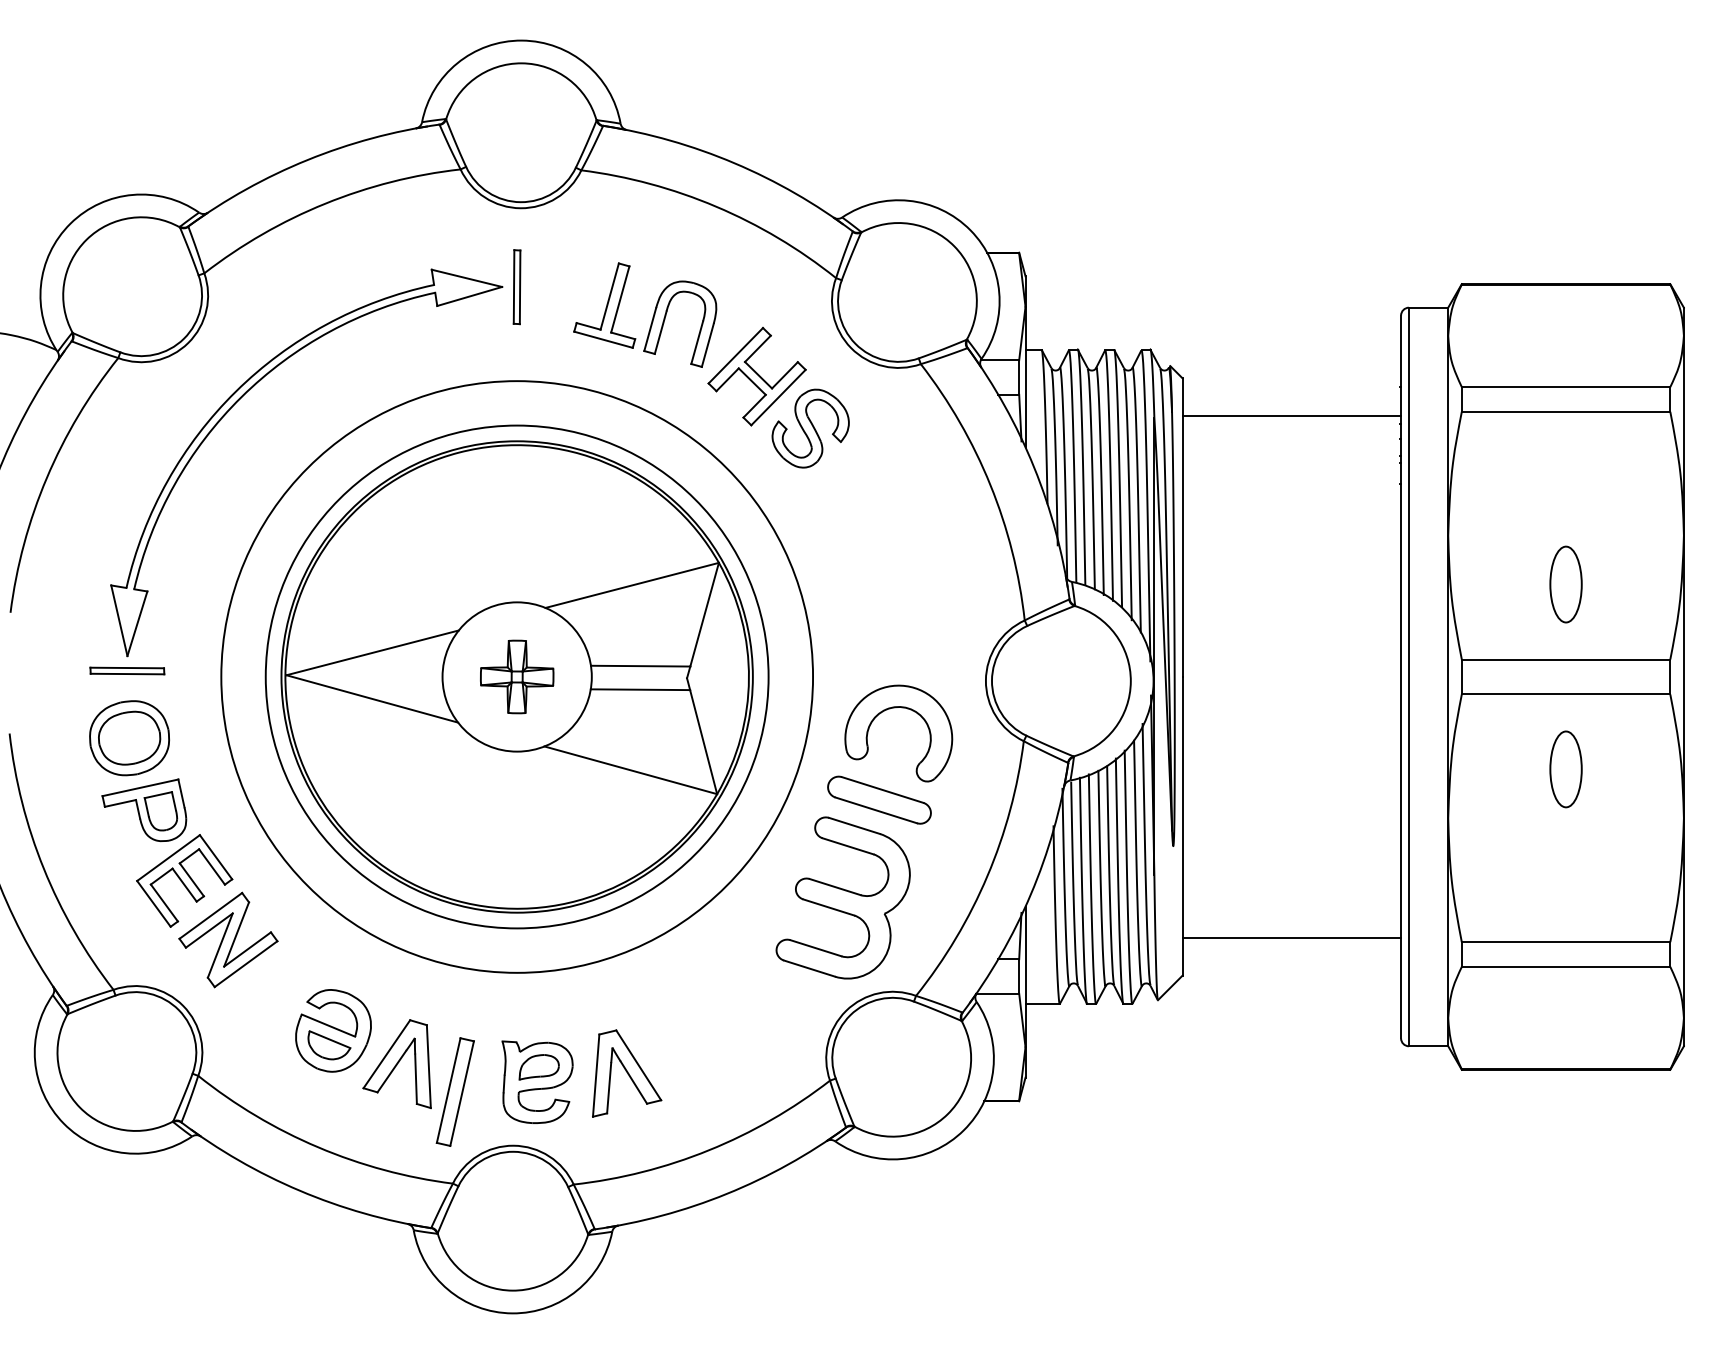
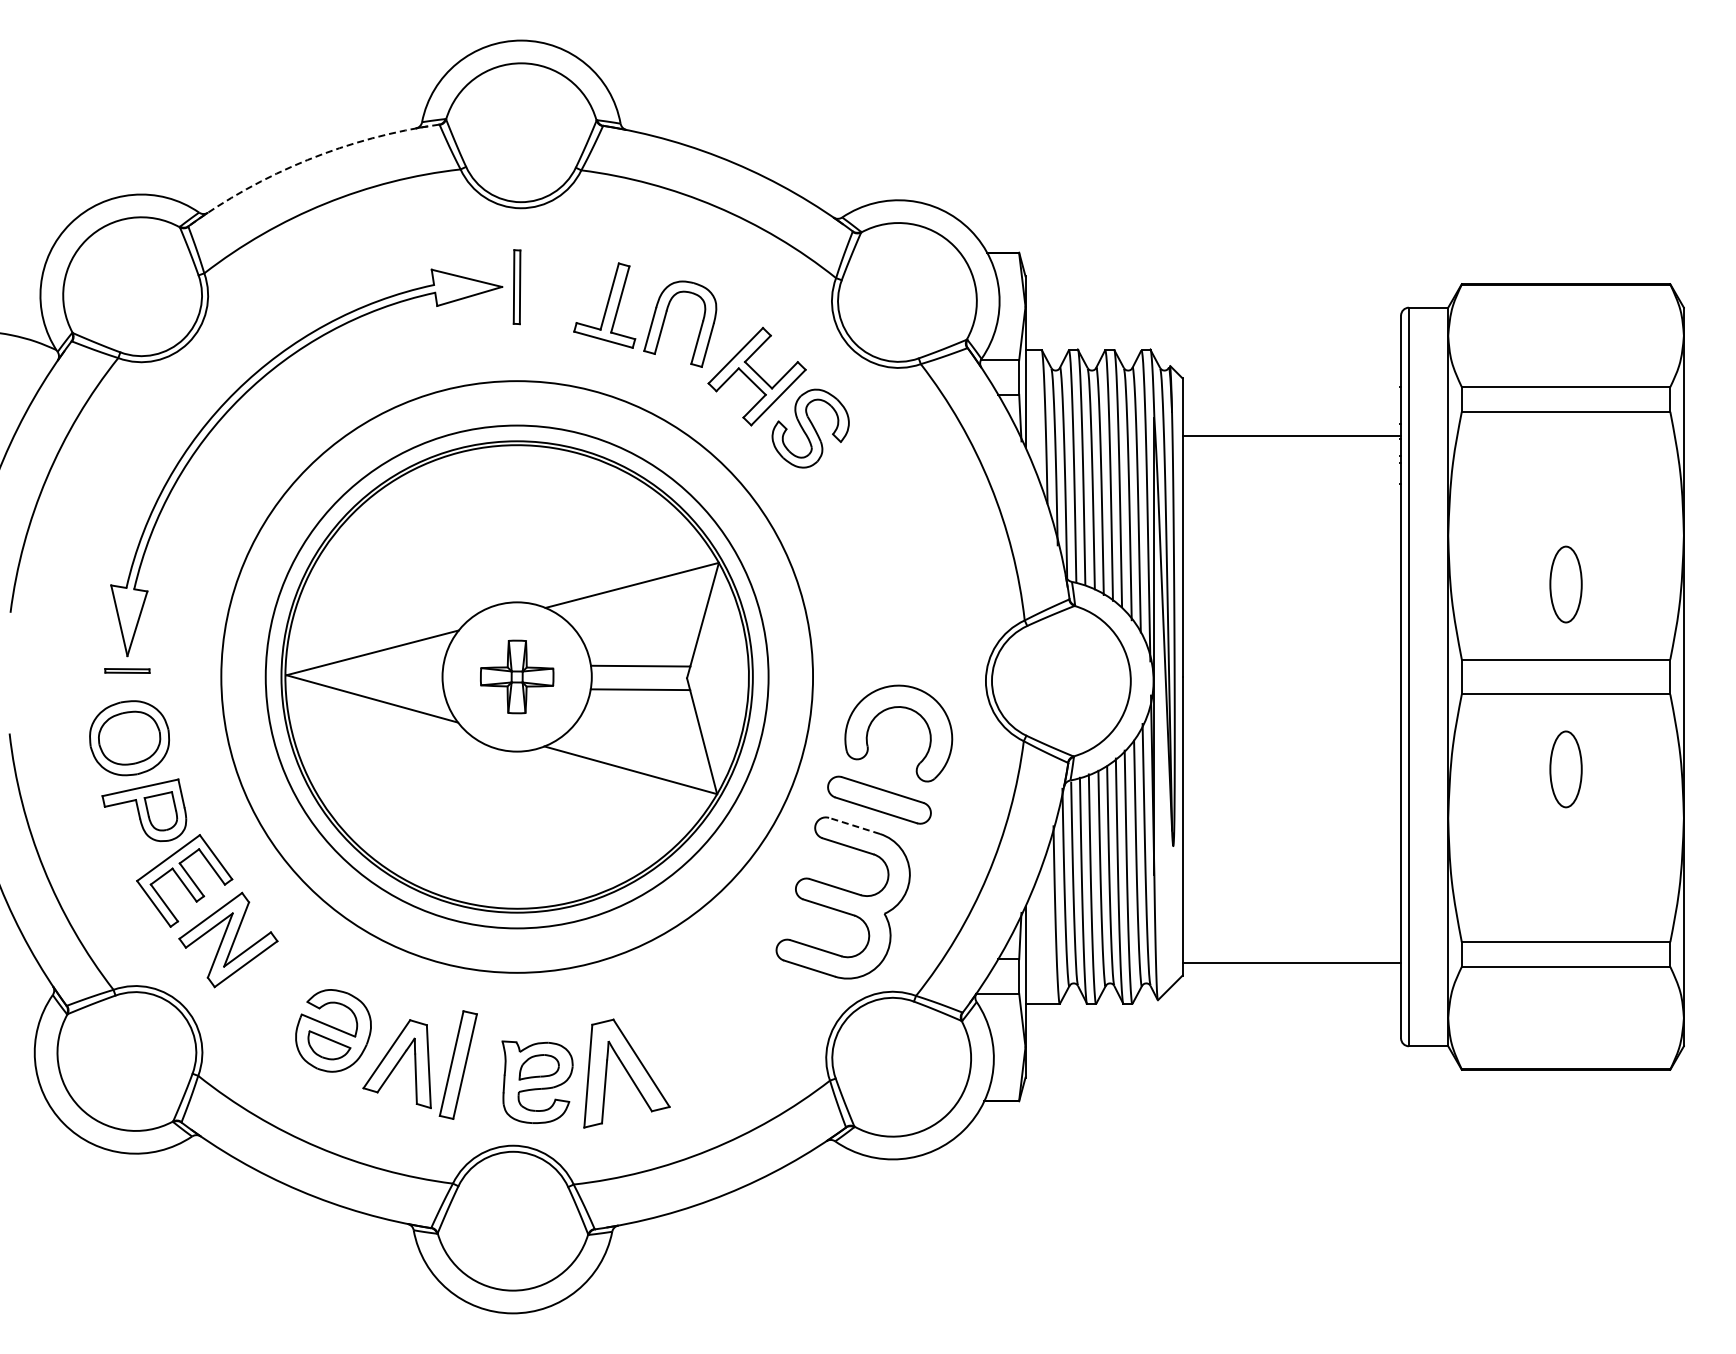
arc at (307, 160): solid -> dashed
line at (1291, 416) position: (1291, 416) -> (1291, 436)
part at (127, 670) size: 77x10 px -> 47x6 px
line at (854, 825): solid -> dashed
line at (1291, 937) position: (1291, 937) -> (1291, 962)
part at (627, 1073) size: 71x89 px -> 88x111 px
part at (454, 1091) position: (454, 1091) -> (457, 1064)
